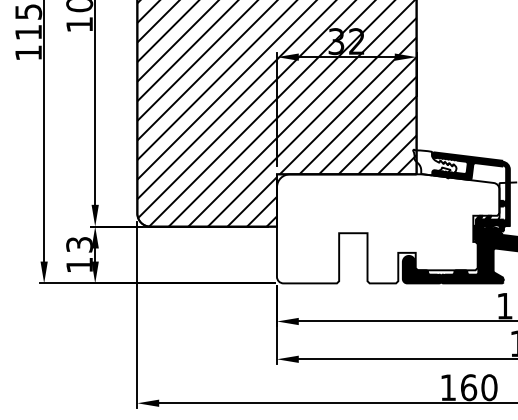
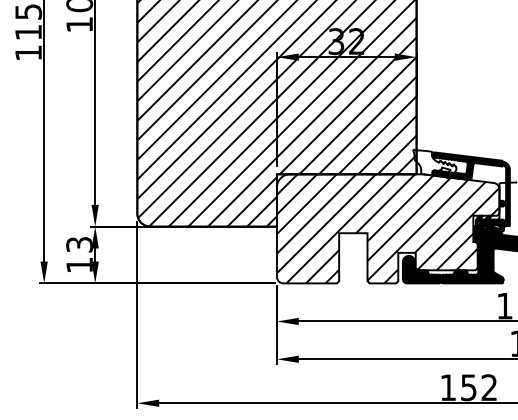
hatch at (387, 228): none -> present
text at (479, 387): 160 -> 152
